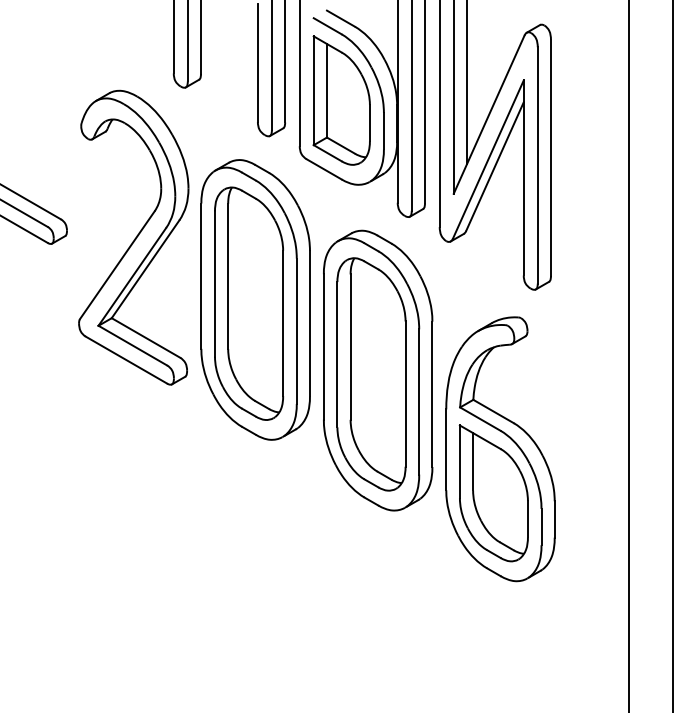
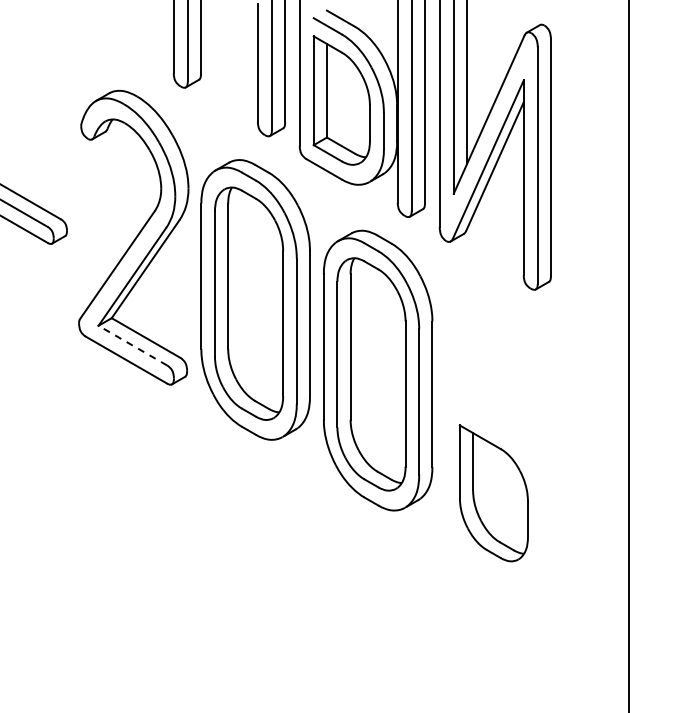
line at (132, 345): solid -> dashed
line at (673, 355): present -> none
part at (500, 449): present -> none
